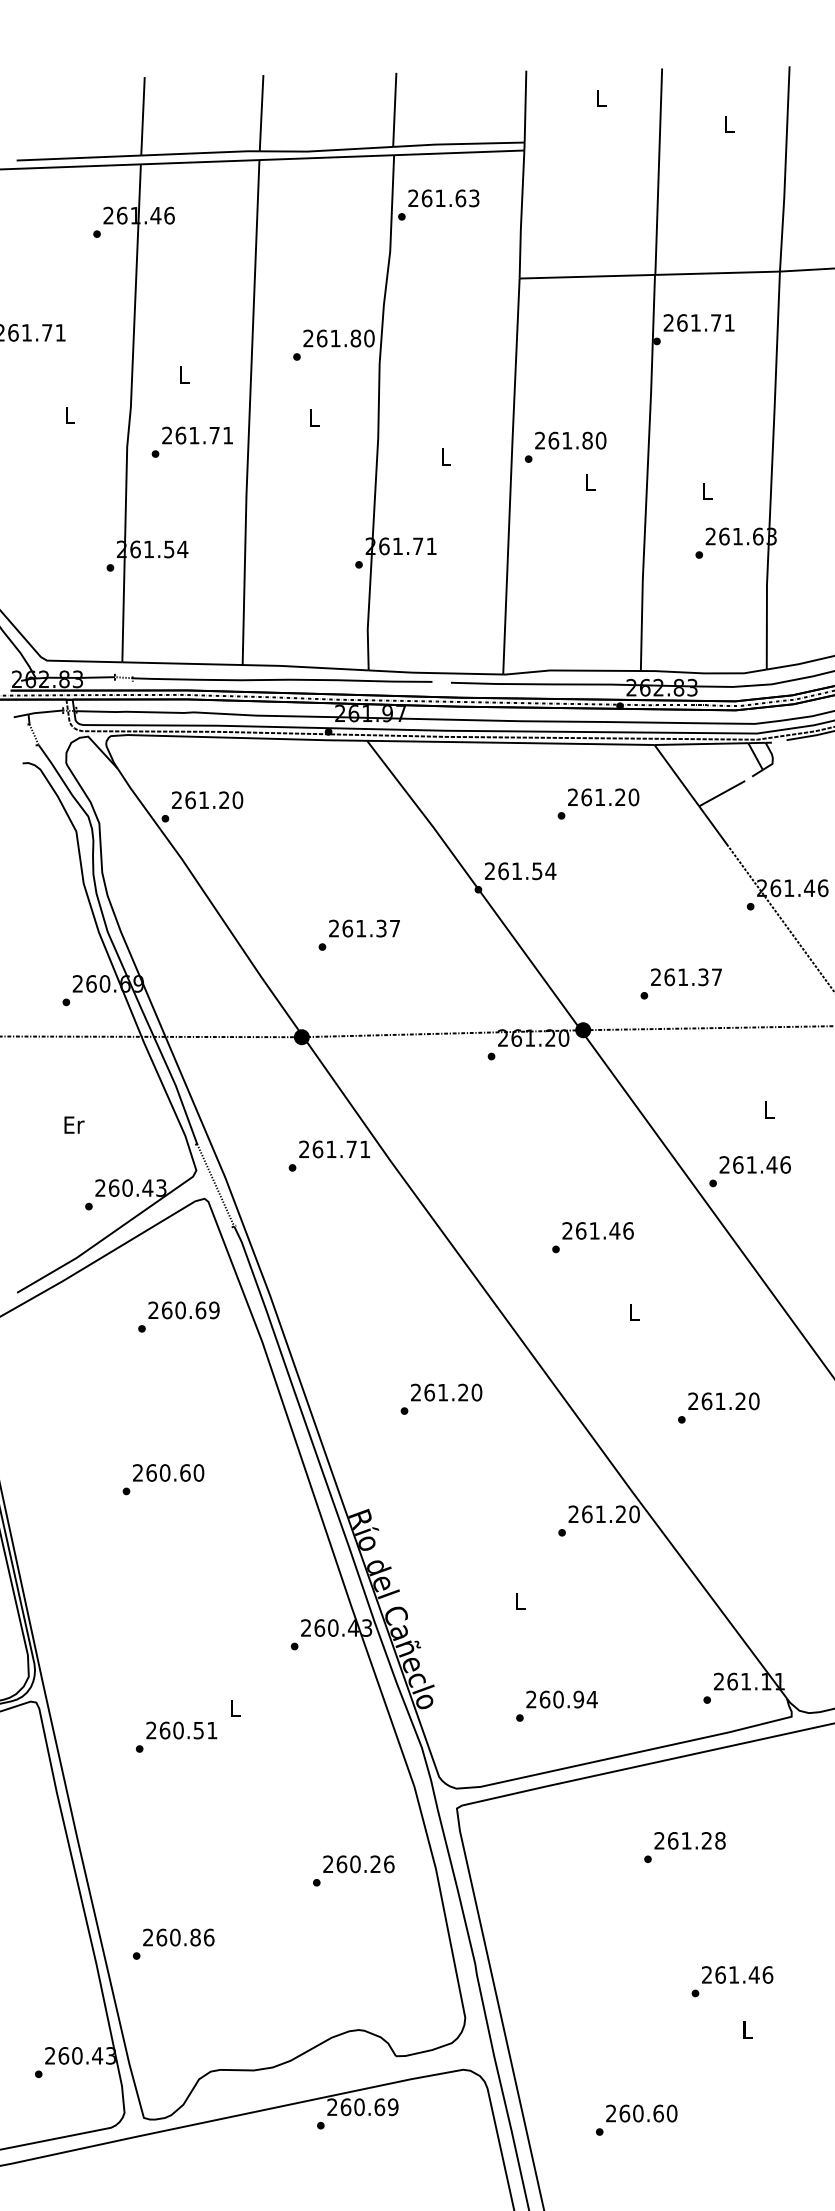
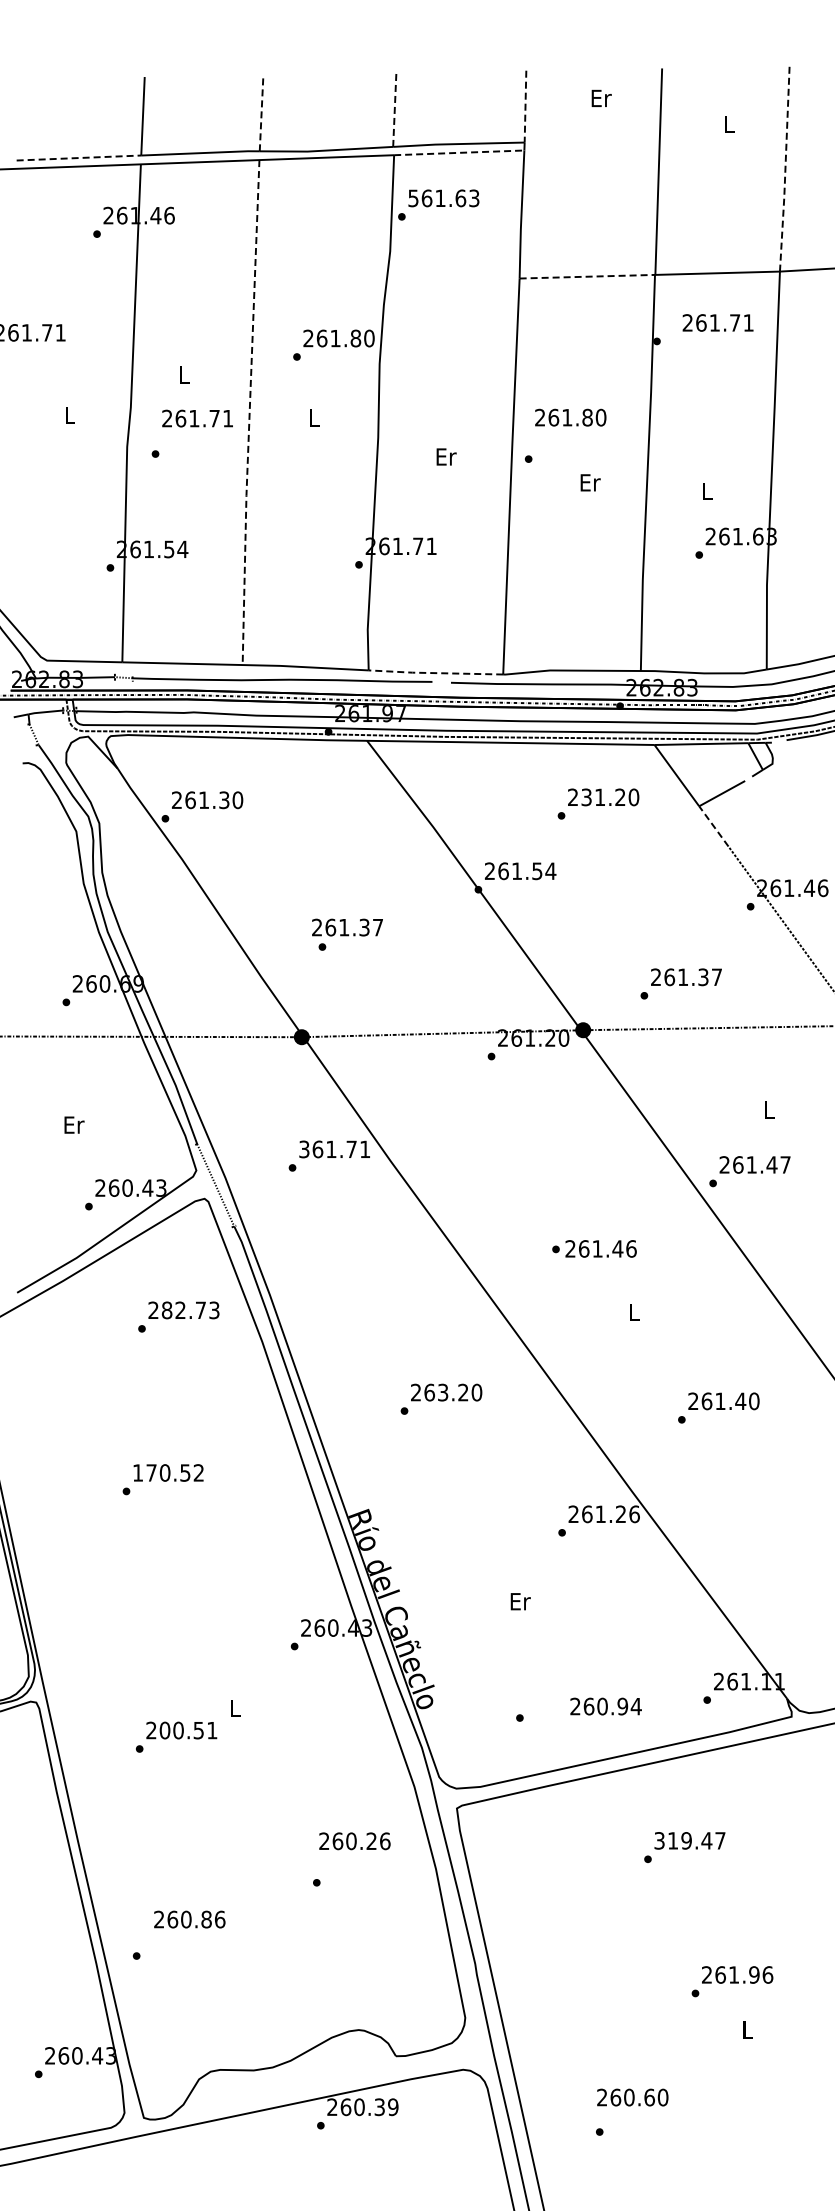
text at (601, 98): L -> Er
line at (525, 106): solid -> dashed
line at (394, 109): solid -> dashed
line at (261, 112): solid -> dashed
line at (459, 152): solid -> dashed
line at (79, 158): solid -> dashed
line at (785, 169): solid -> dashed
text at (413, 198): 261.63 -> 561.63
line at (587, 276): solid -> dashed
text at (698, 322) position: (698, 322) -> (717, 322)
line at (249, 413): solid -> dashed
text at (197, 435) position: (197, 435) -> (197, 418)
text at (570, 440) position: (570, 440) -> (570, 417)
text at (446, 456): L -> Er
text at (590, 482): L -> Er
line at (435, 673): solid -> dashed
text at (586, 797): 261.20 -> 231.20
text at (224, 800): 261.20 -> 261.30
line at (713, 826): solid -> dashed
text at (364, 928) position: (364, 928) -> (347, 927)
text at (304, 1149): 261.71 -> 361.71
text at (785, 1164): 261.46 -> 261.47
text at (597, 1230) position: (597, 1230) -> (600, 1248)
text at (190, 1310): 260.69 -> 282.73
text at (443, 1392): 261.20 -> 263.20
text at (740, 1400): 261.20 -> 261.40
text at (168, 1472): 260.60 -> 170.52
text at (634, 1513): 261.20 -> 261.26
text at (520, 1601): L -> Er
text at (561, 1699) position: (561, 1699) -> (605, 1706)
text at (164, 1730): 260.51 -> 200.51
text at (689, 1840): 261.28 -> 319.47
text at (358, 1864) position: (358, 1864) -> (354, 1841)
text at (178, 1937) position: (178, 1937) -> (189, 1919)
text at (753, 1974): 261.46 -> 261.96
text at (379, 2107): 260.69 -> 260.39
text at (641, 2113) position: (641, 2113) -> (632, 2097)
